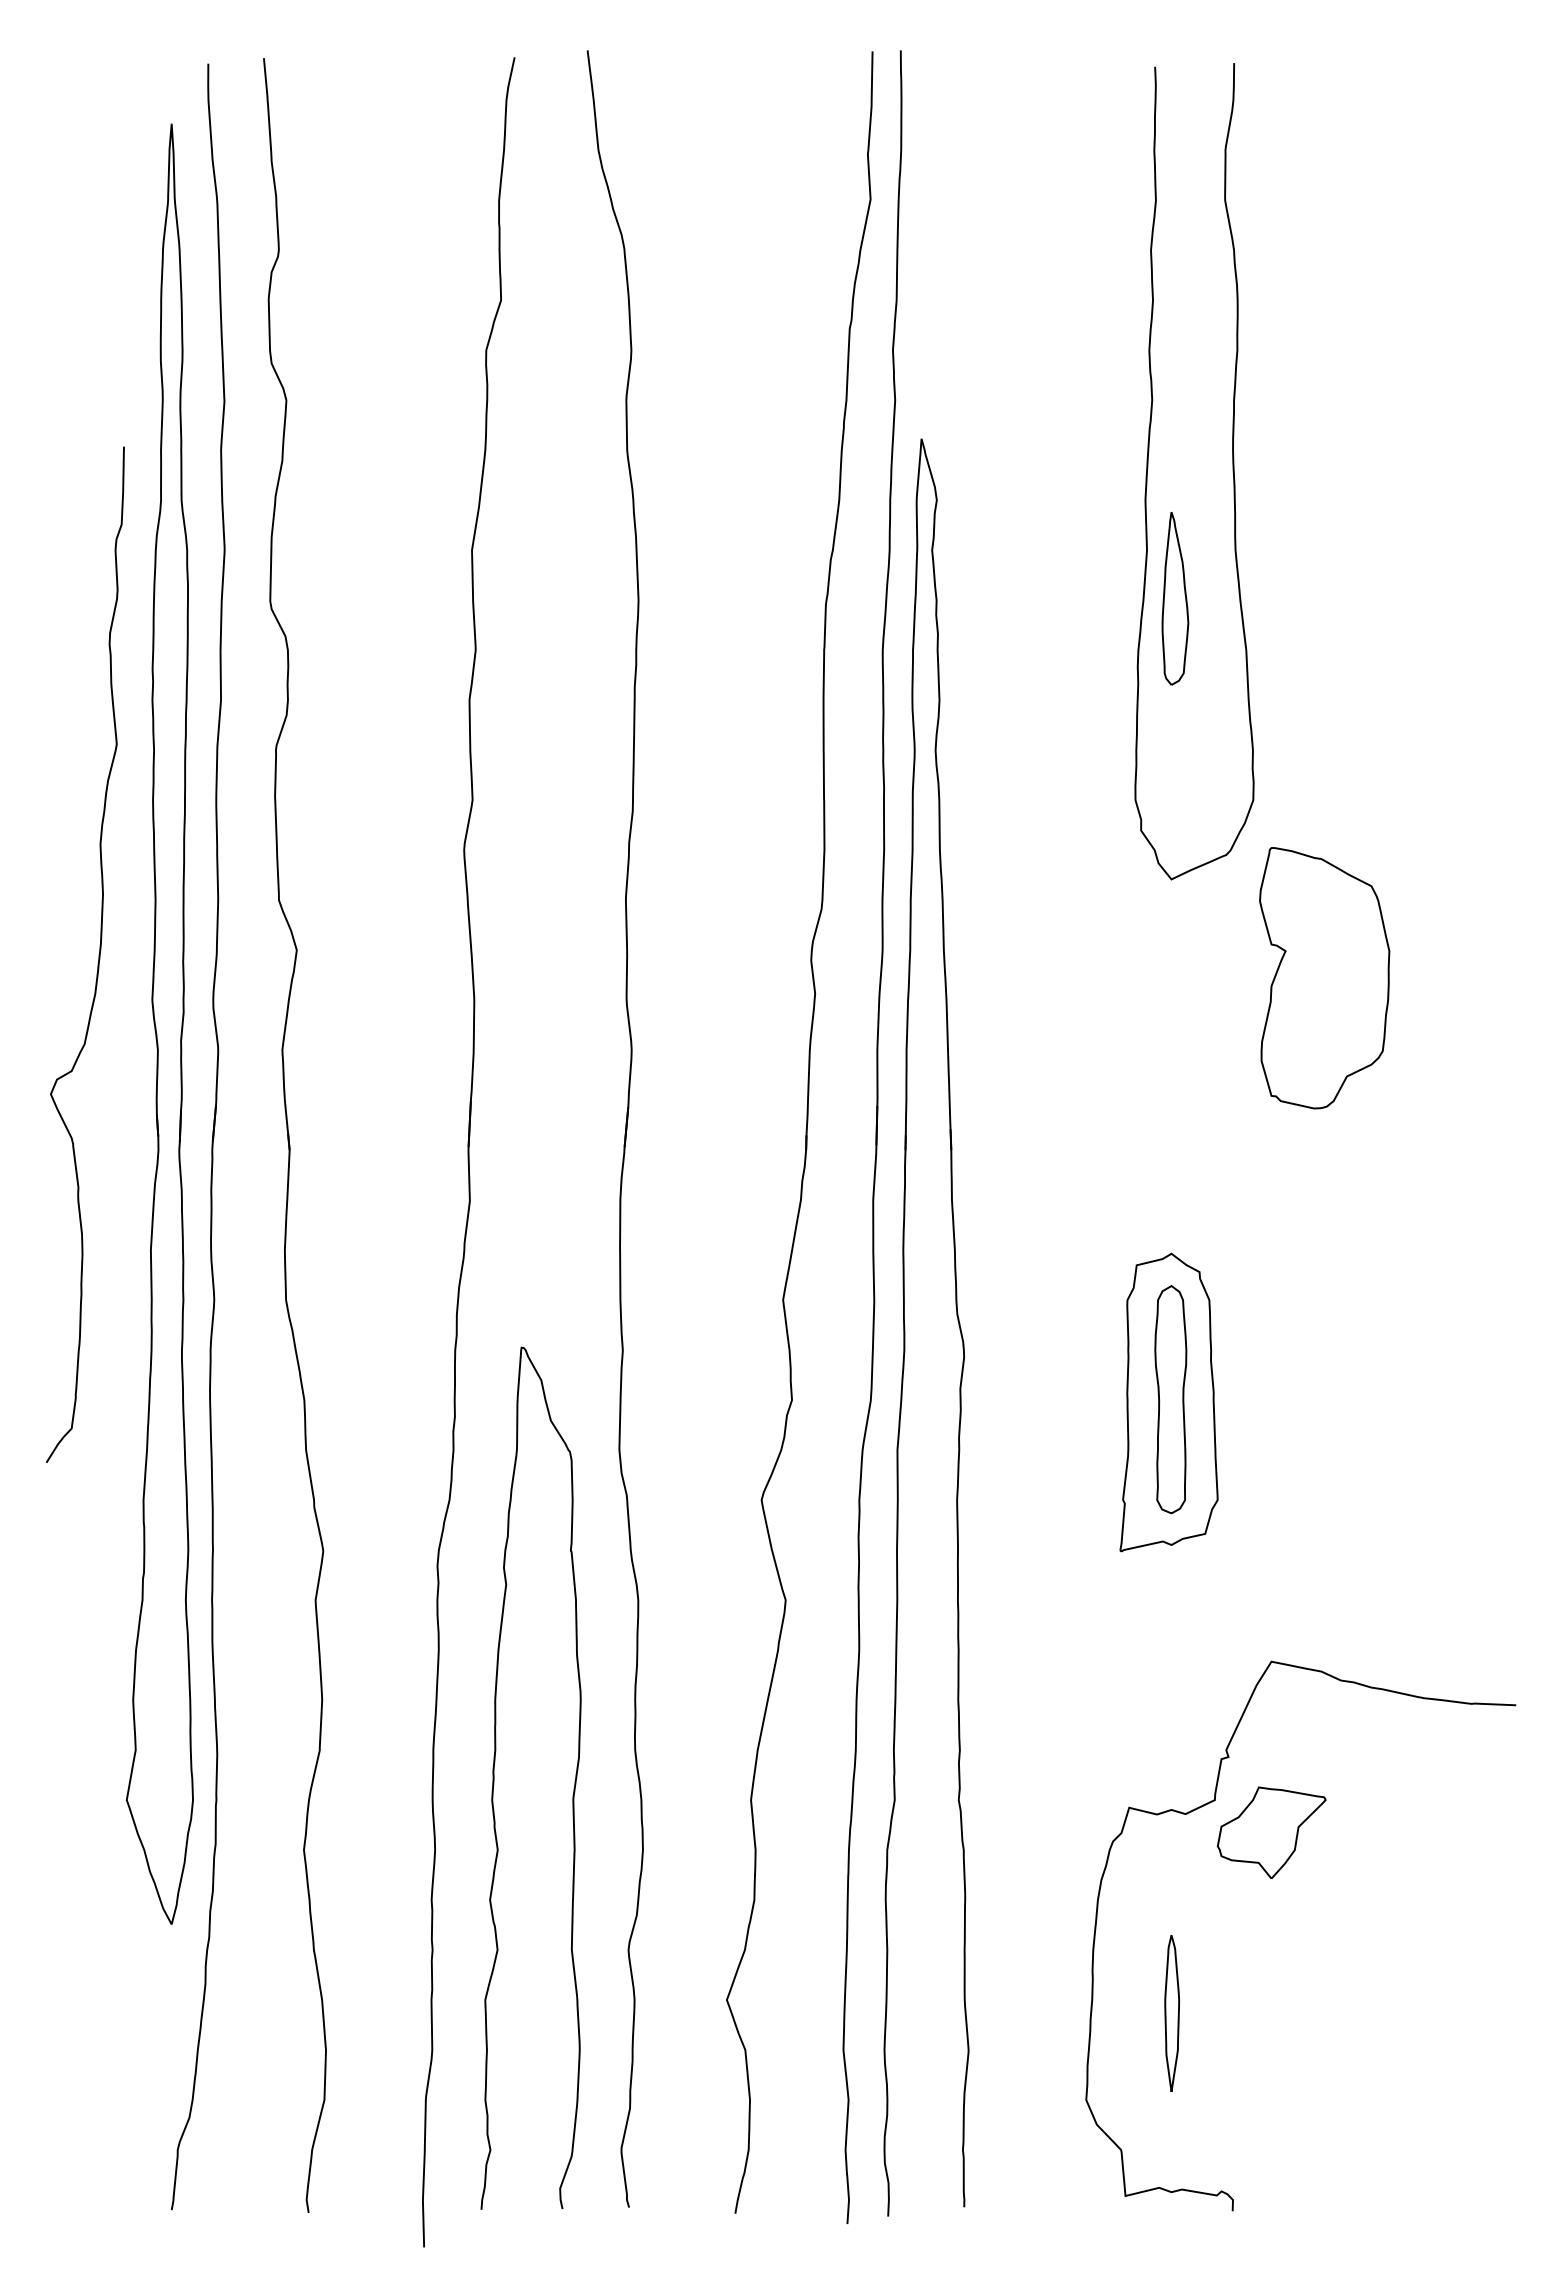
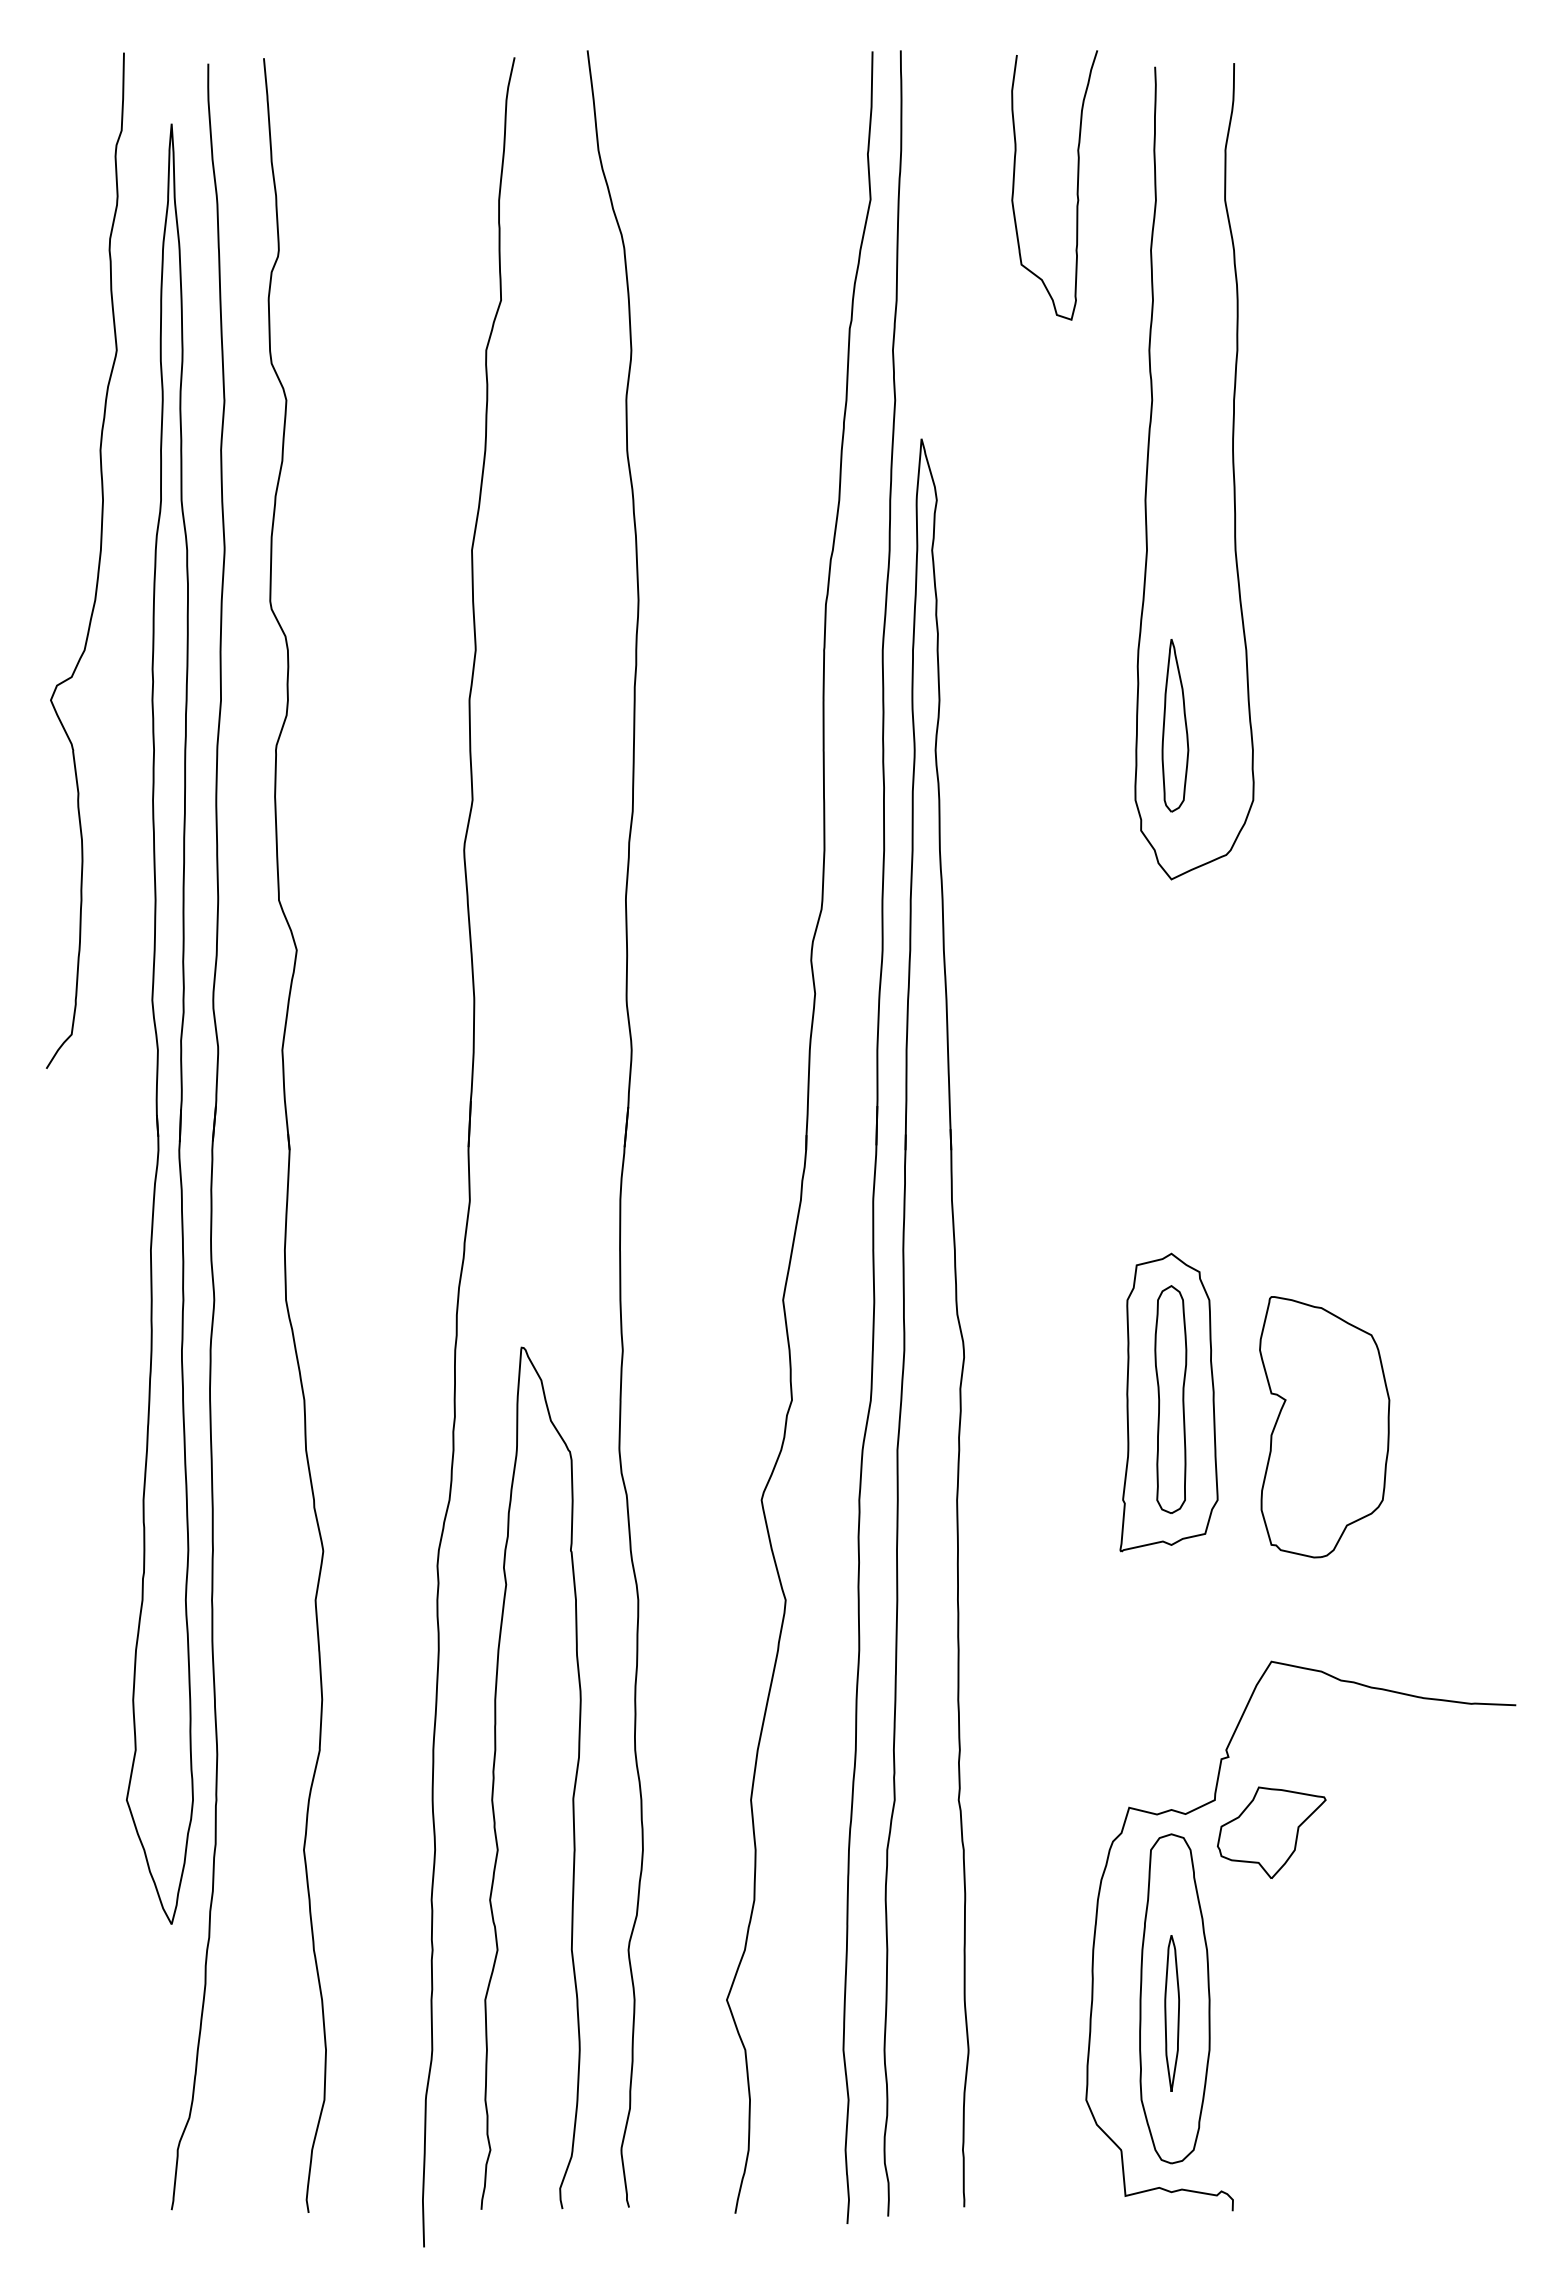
curve at (1076, 188): none -> present
part at (1175, 598) position: (1175, 598) -> (1175, 725)
curve at (98, 954) position: (98, 954) -> (98, 560)
part at (1324, 978) position: (1324, 978) -> (1324, 1427)
part at (1174, 1998): none -> present
